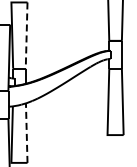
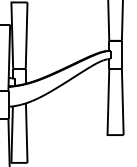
line at (26, 36): dashed -> solid
line at (26, 133): dashed -> solid
